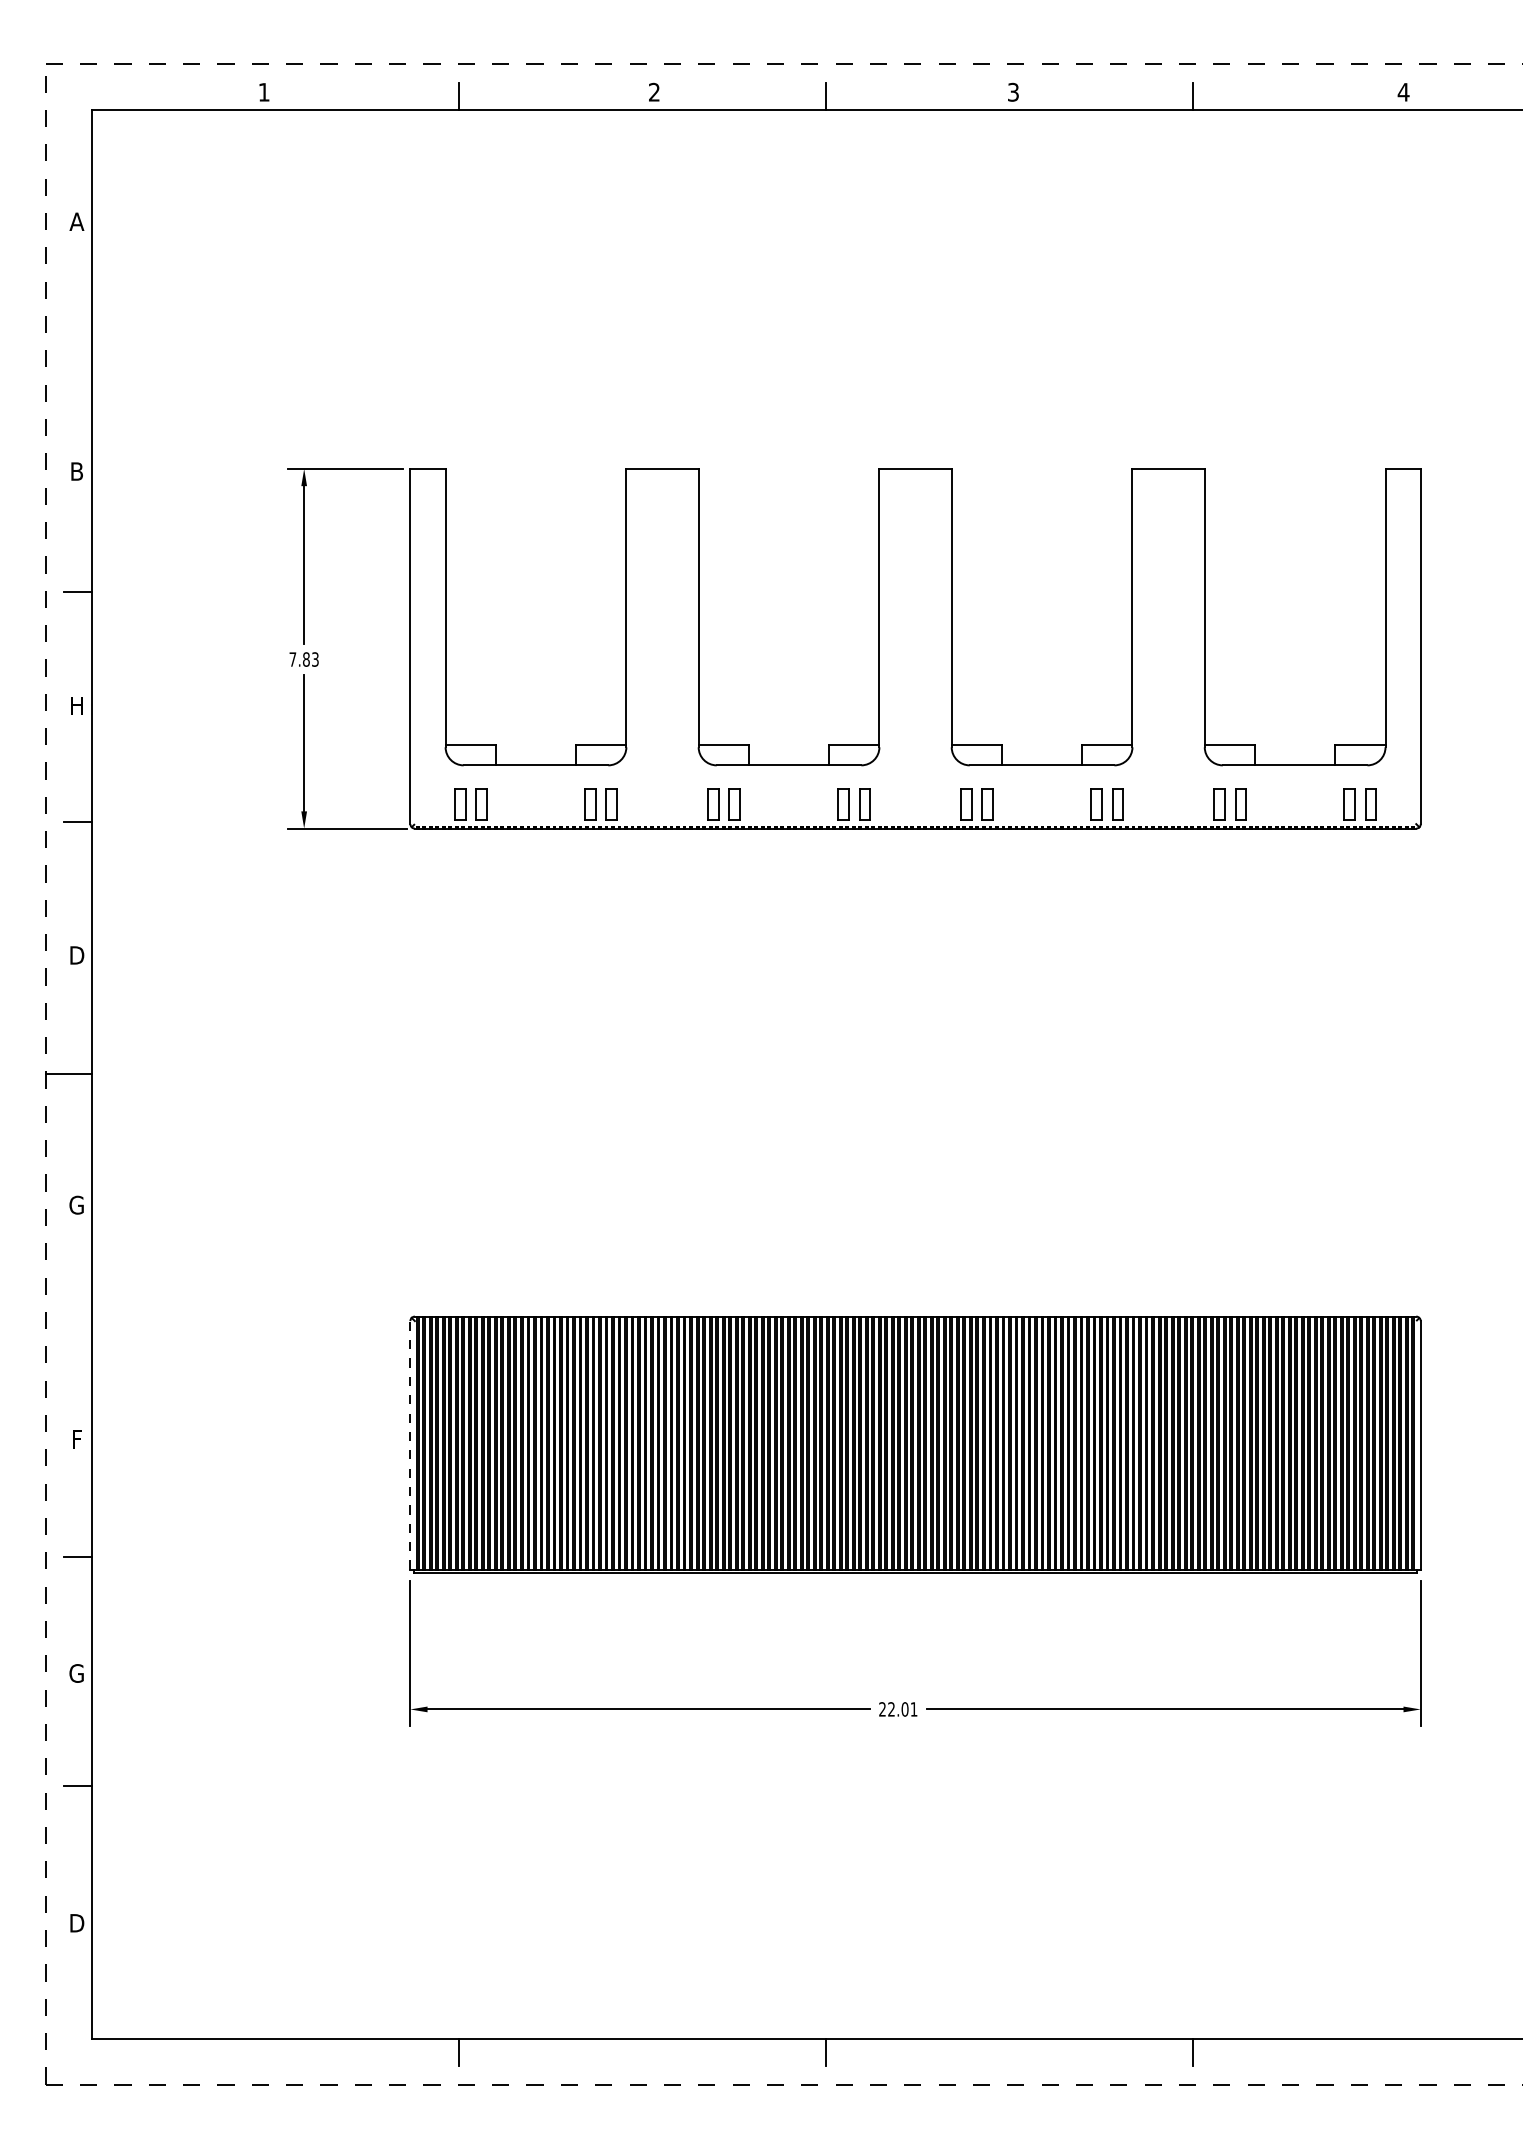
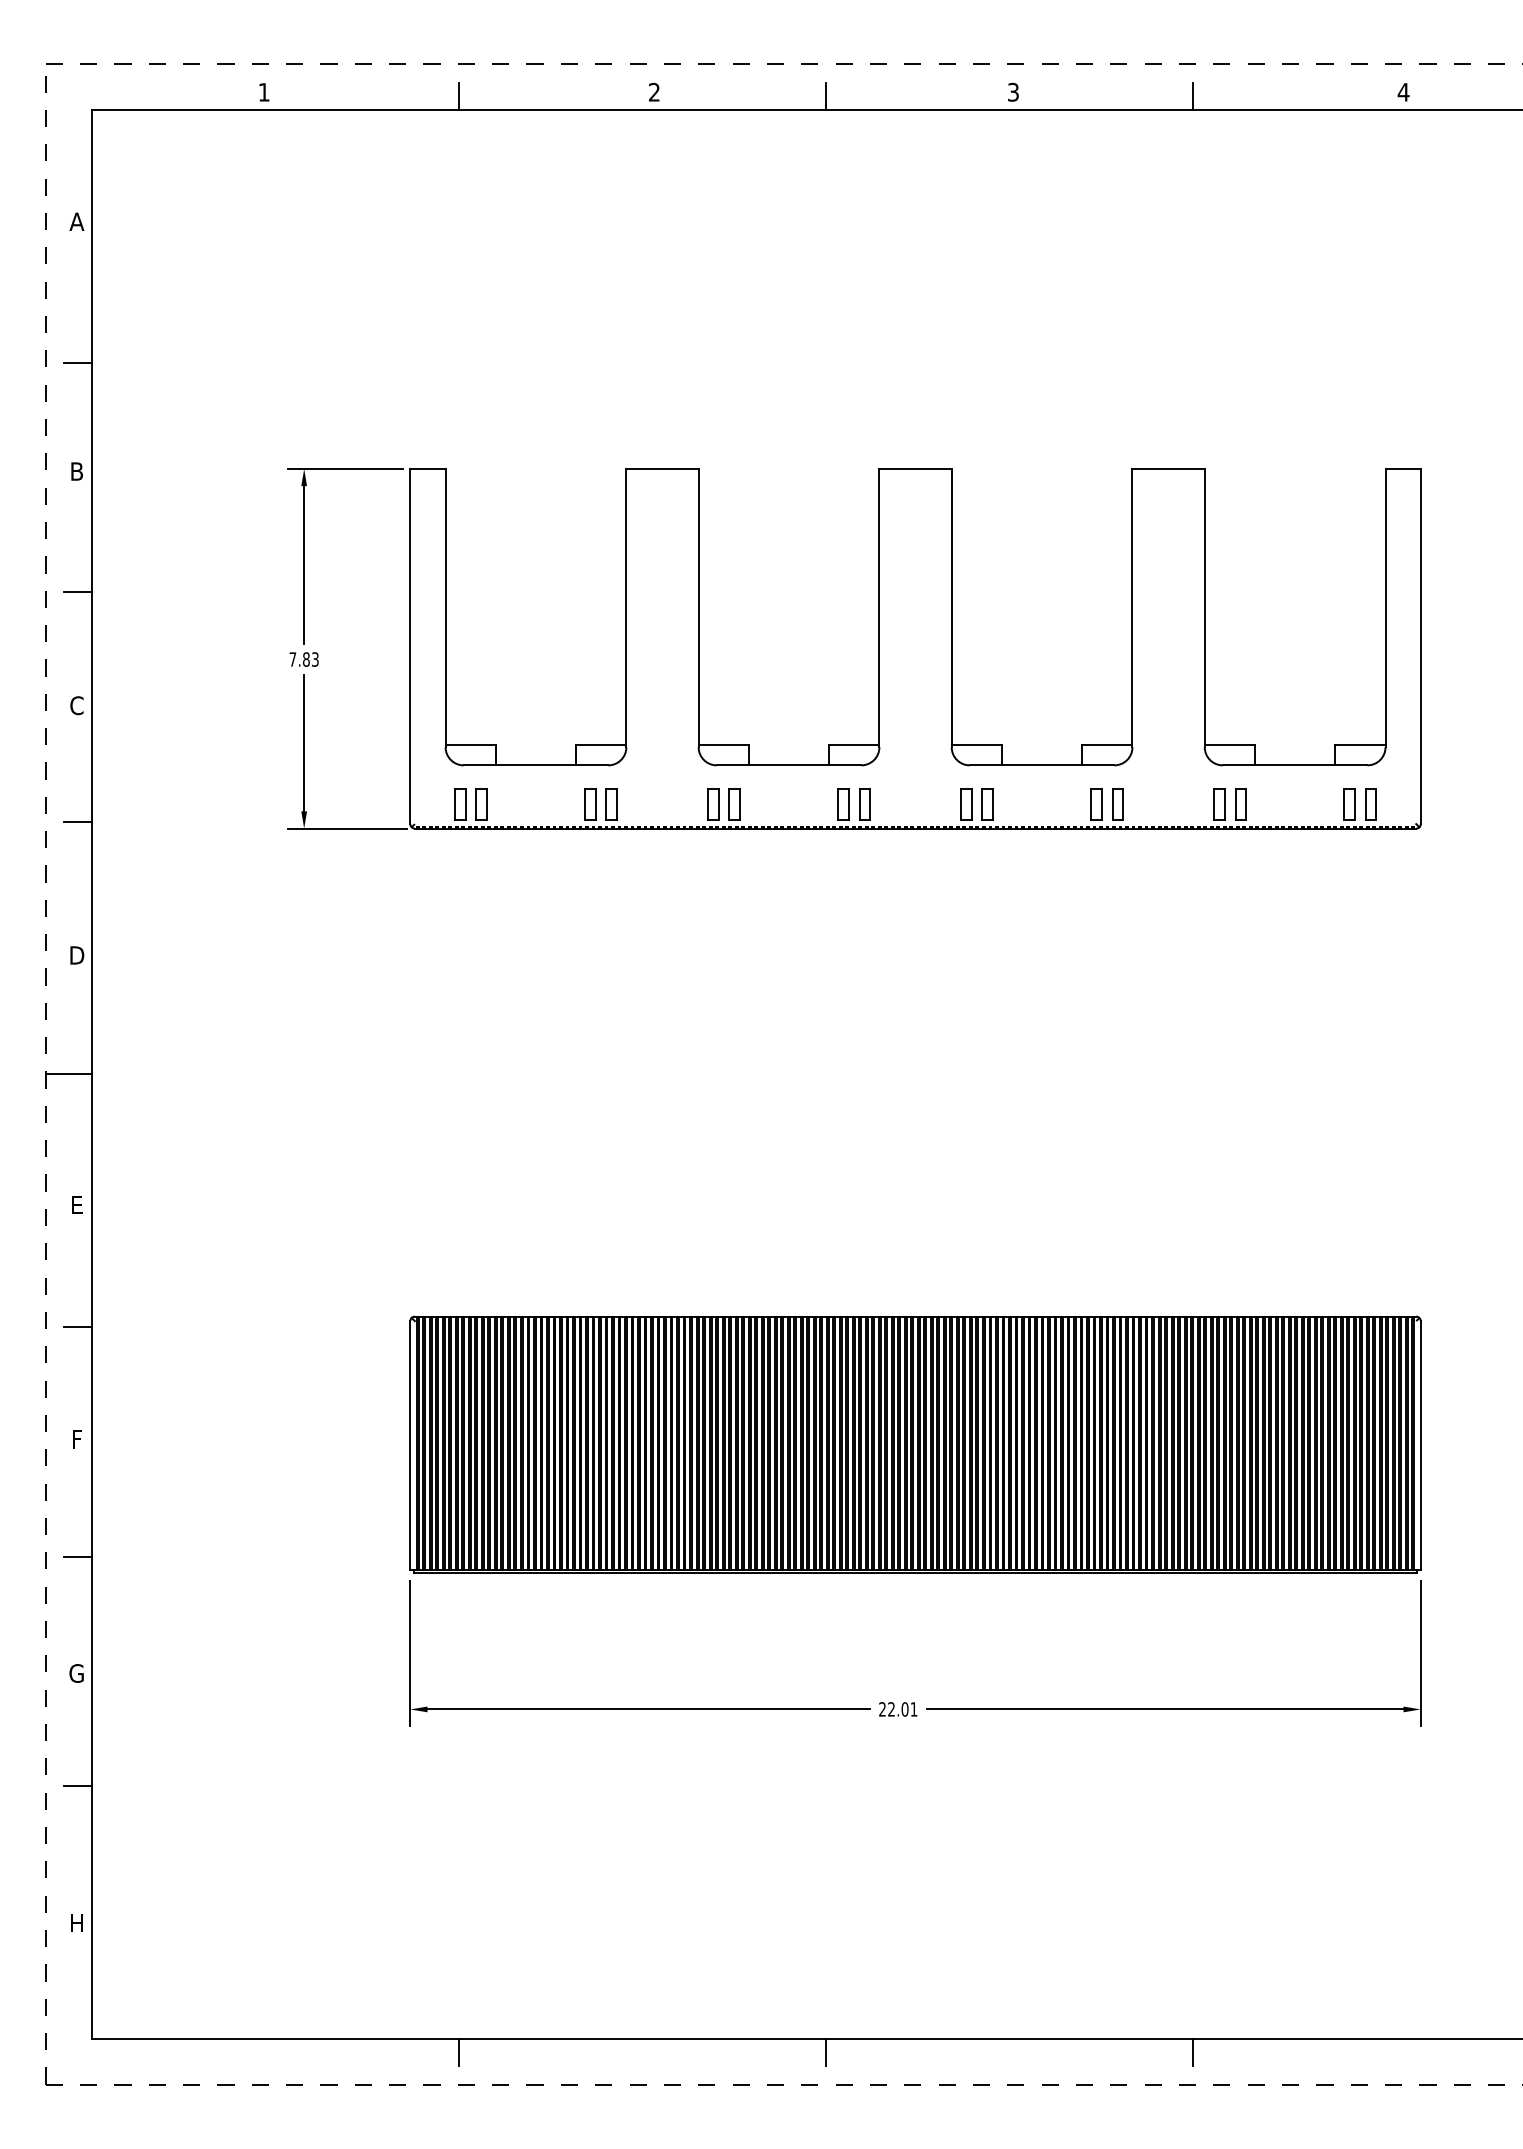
line at (77, 362): none -> present
text at (76, 705): H -> C
text at (76, 1204): G -> E
line at (77, 1327): none -> present
line at (410, 1444): dashed -> solid
text at (77, 1923): D -> H
